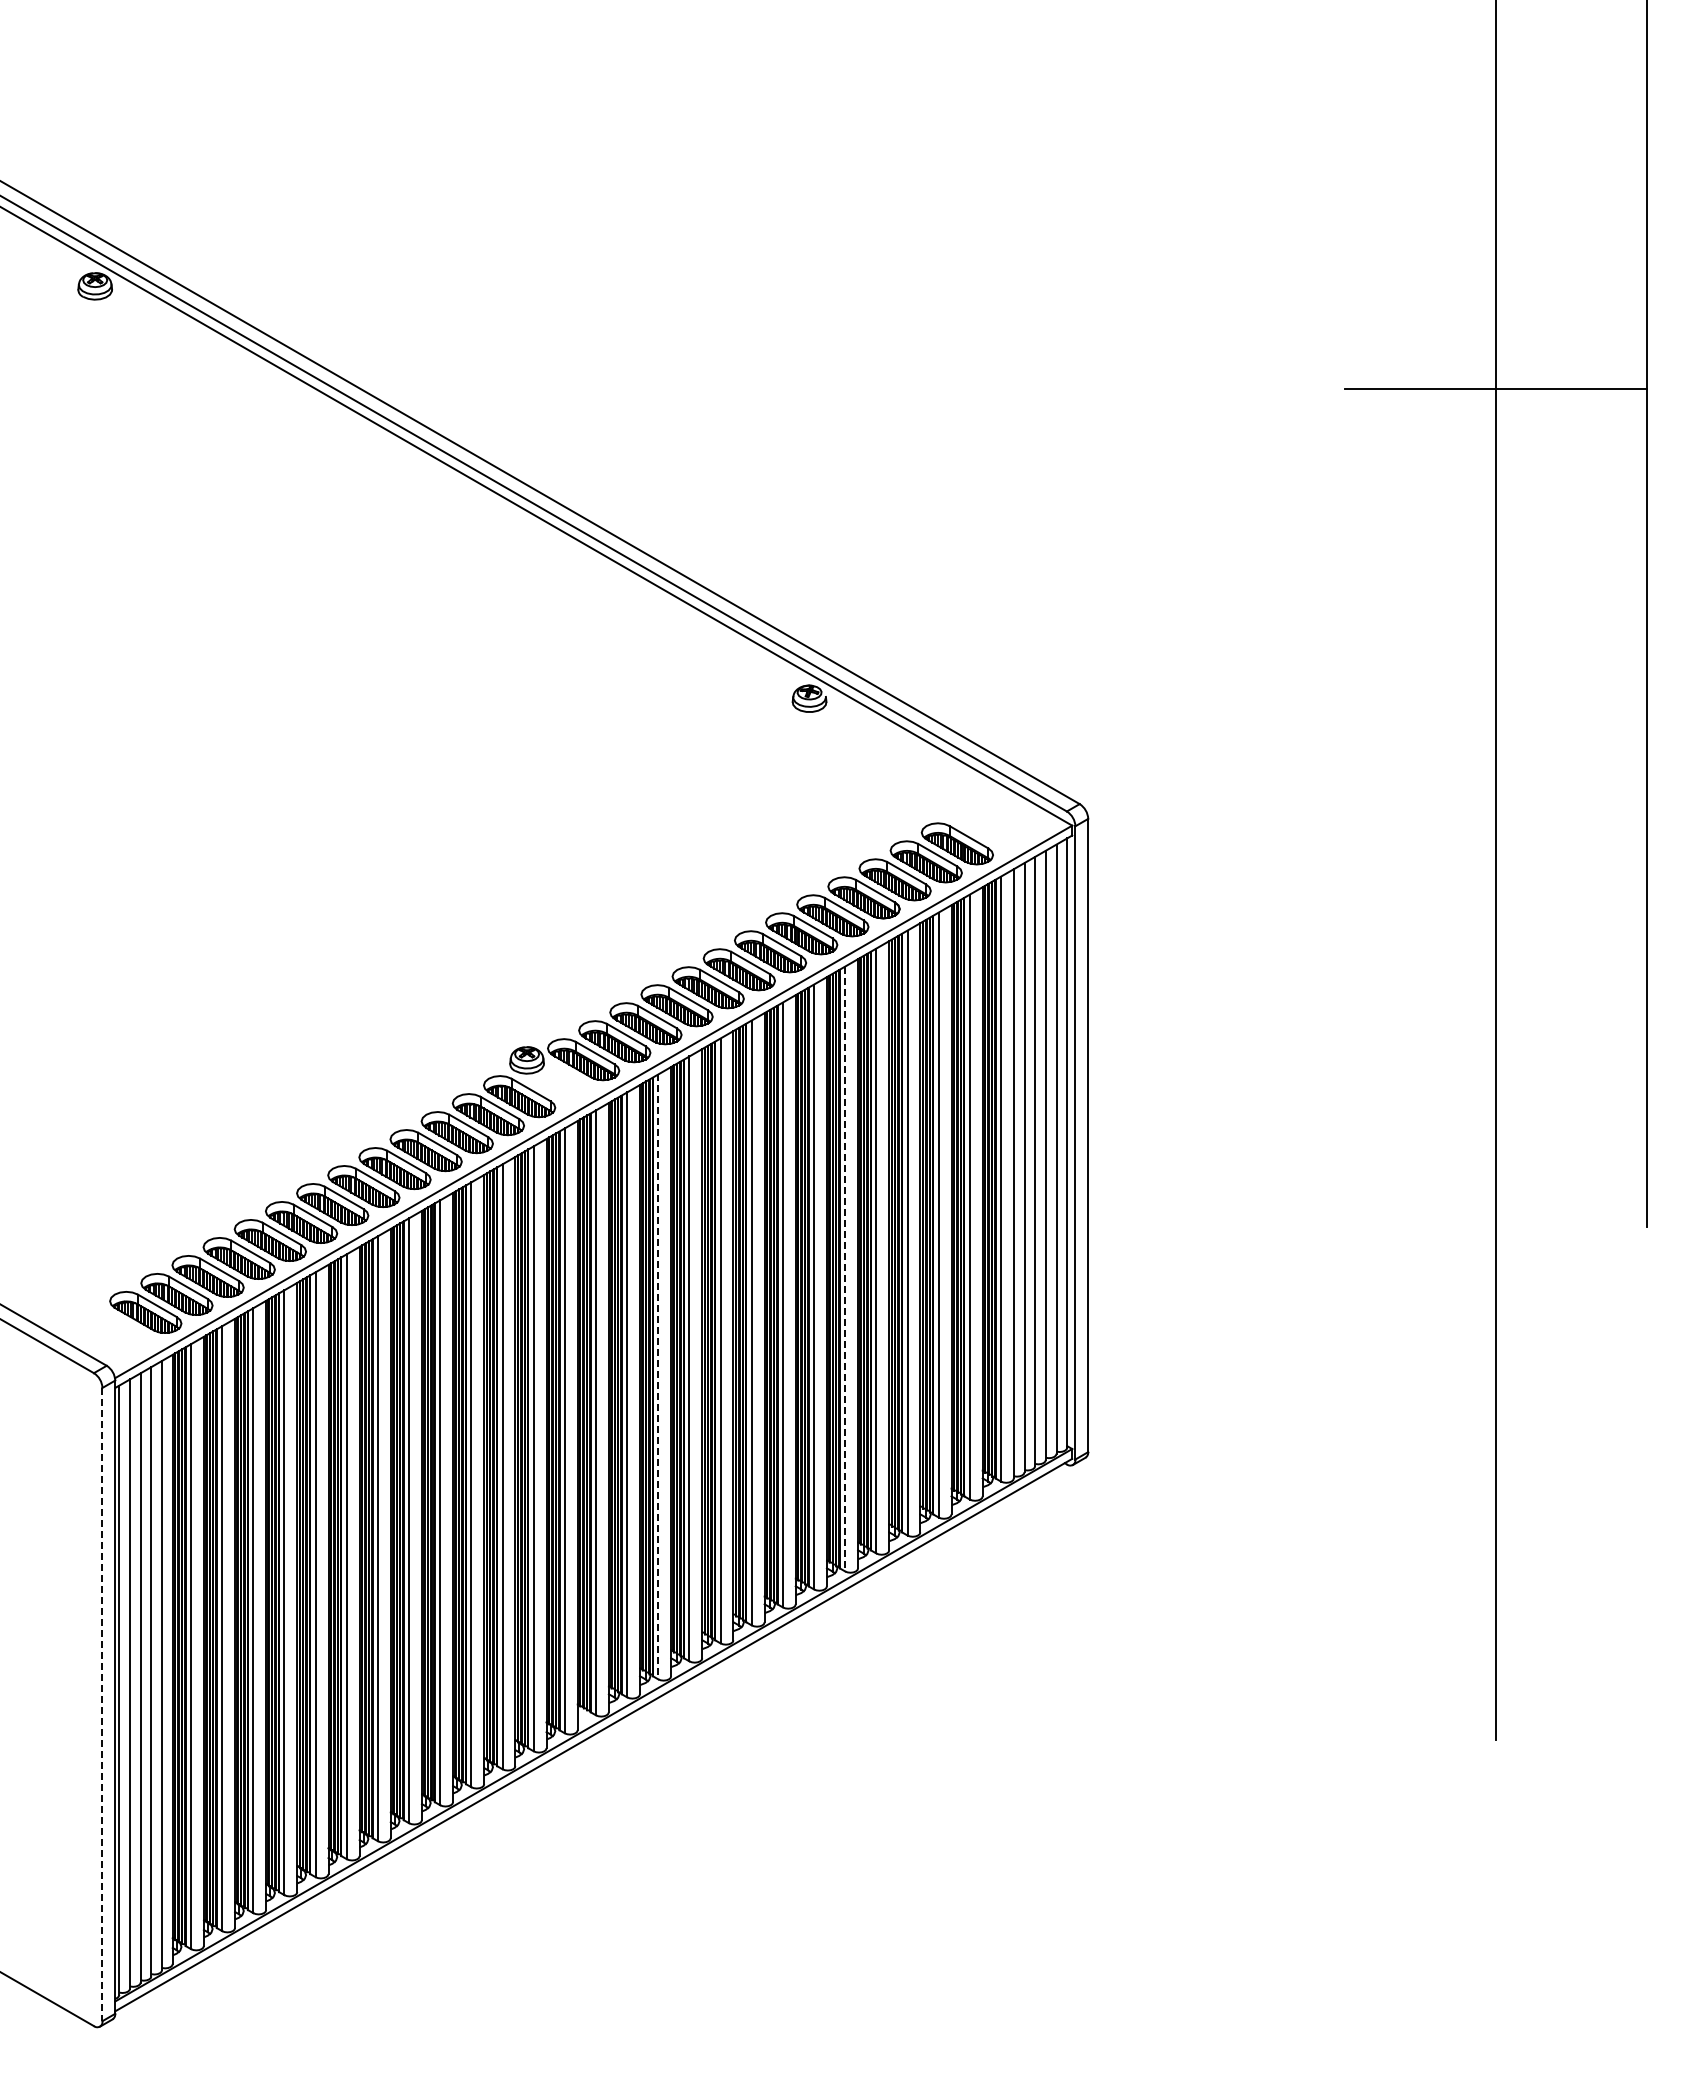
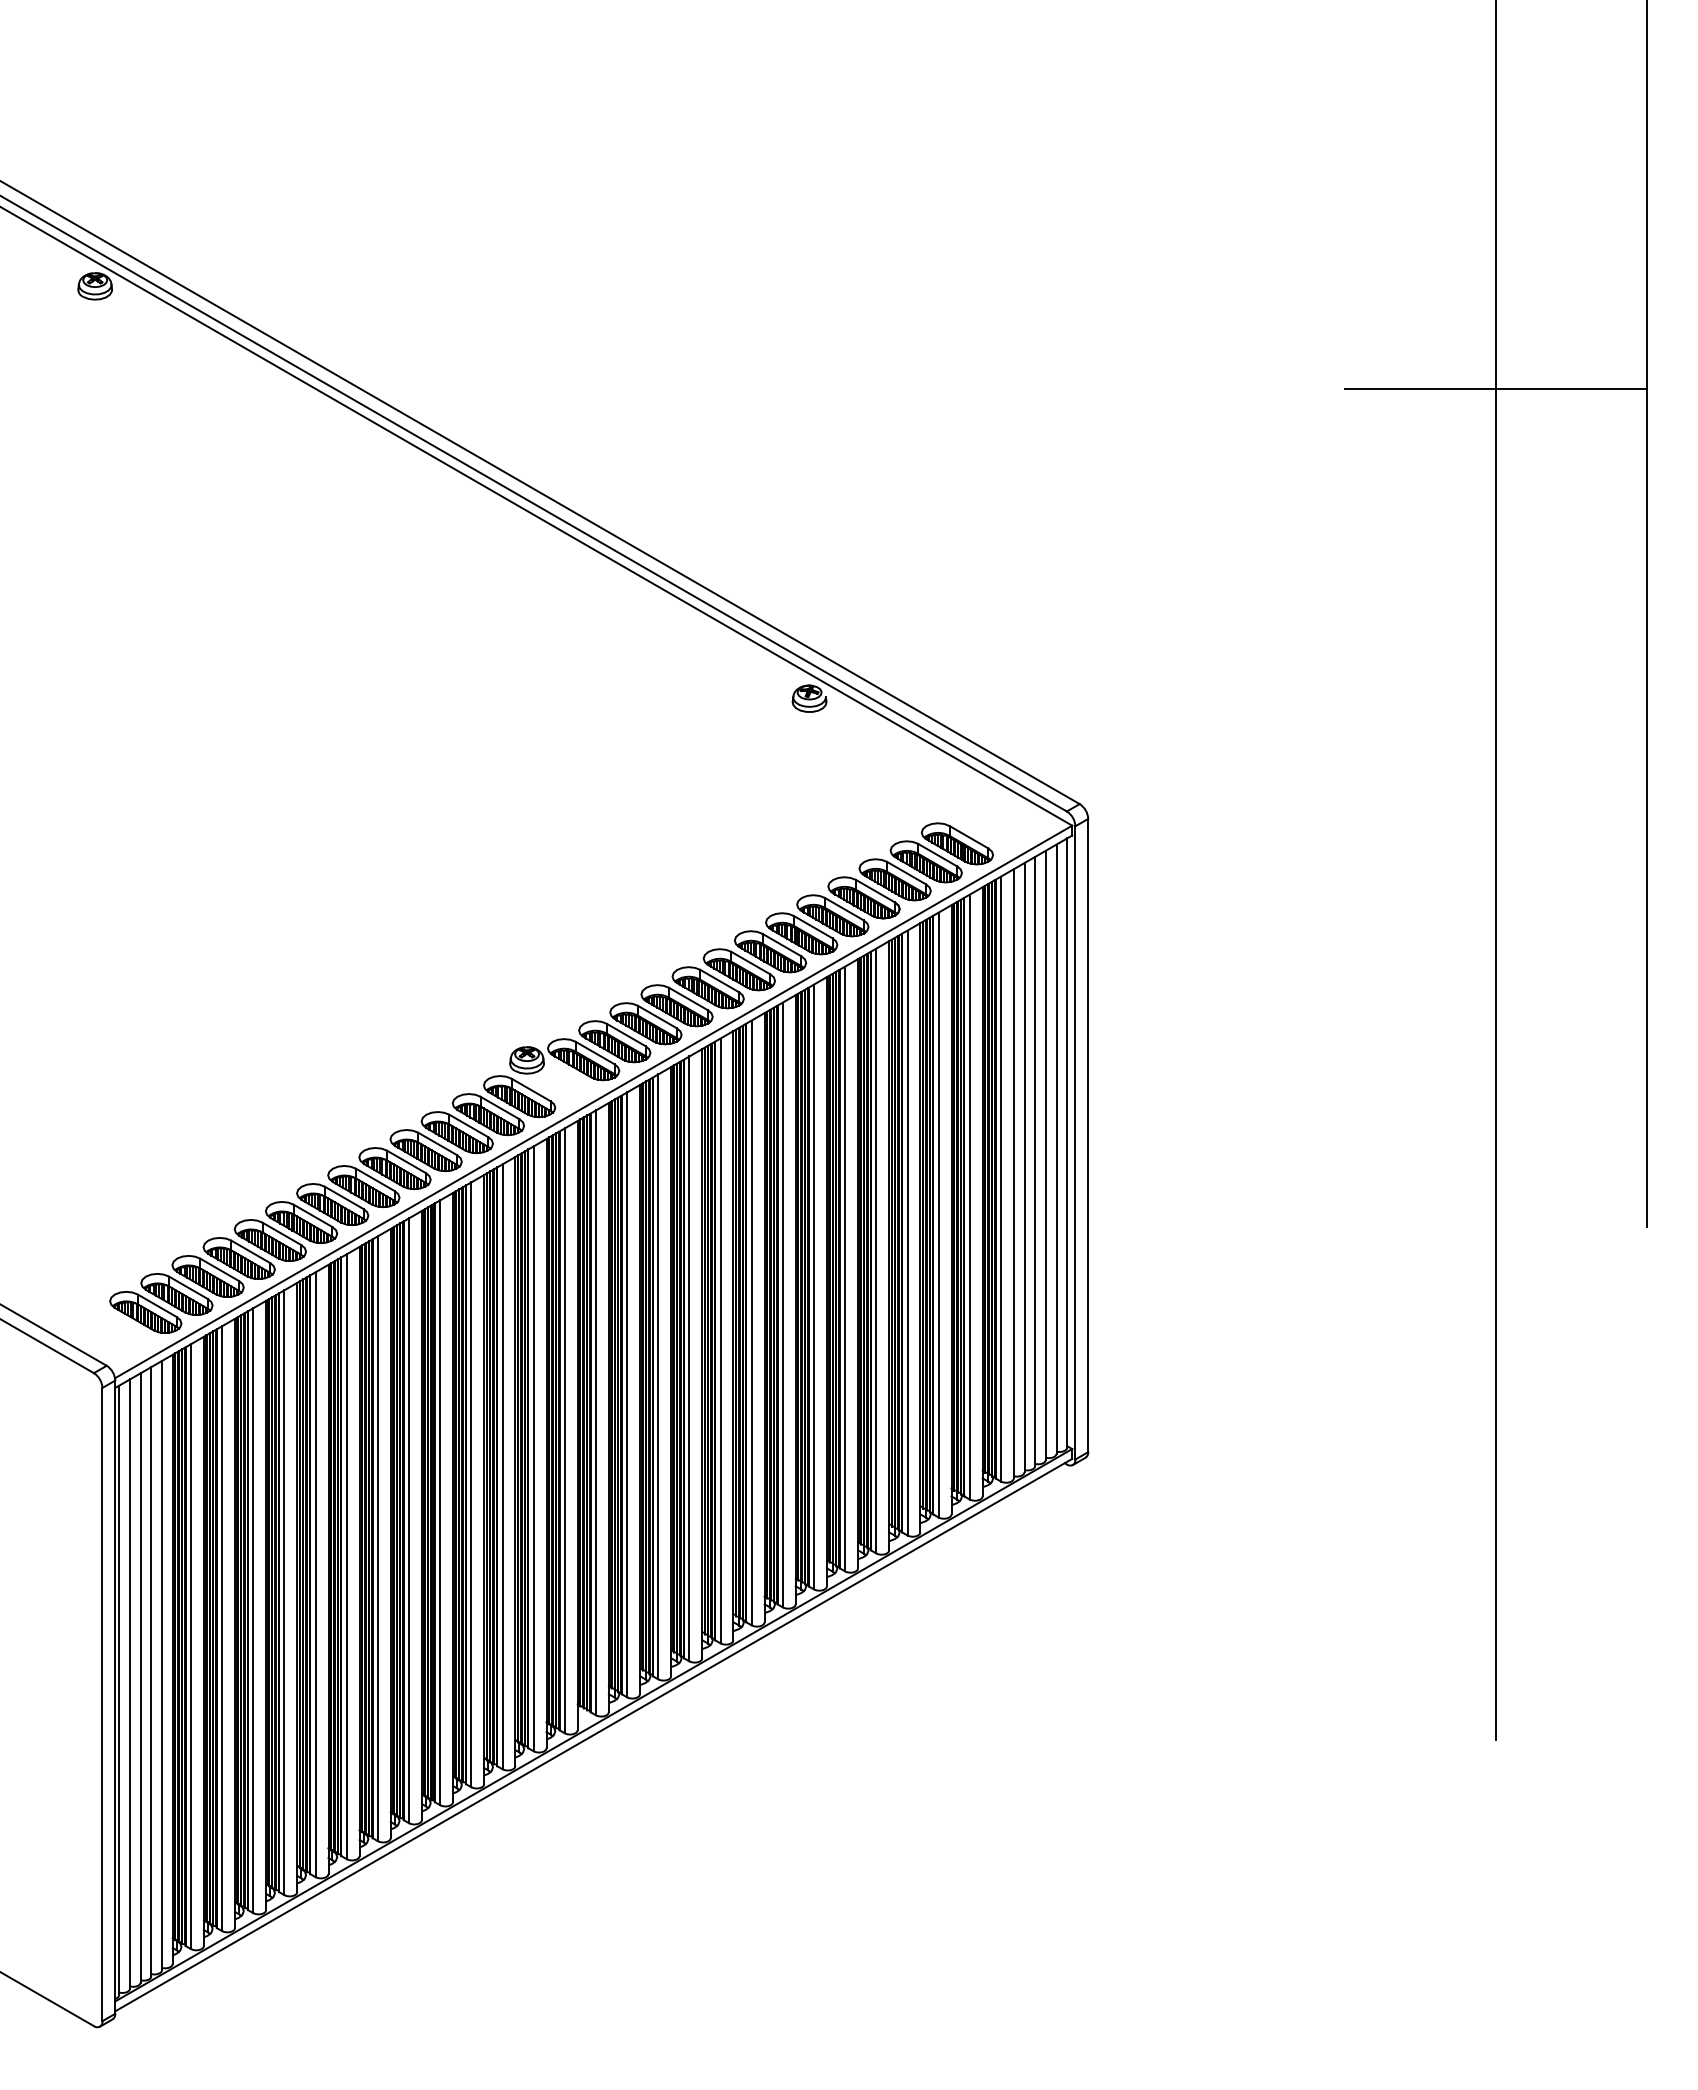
line at (845, 1269): dashed -> solid
line at (658, 1377): dashed -> solid
line at (102, 1704): dashed -> solid
